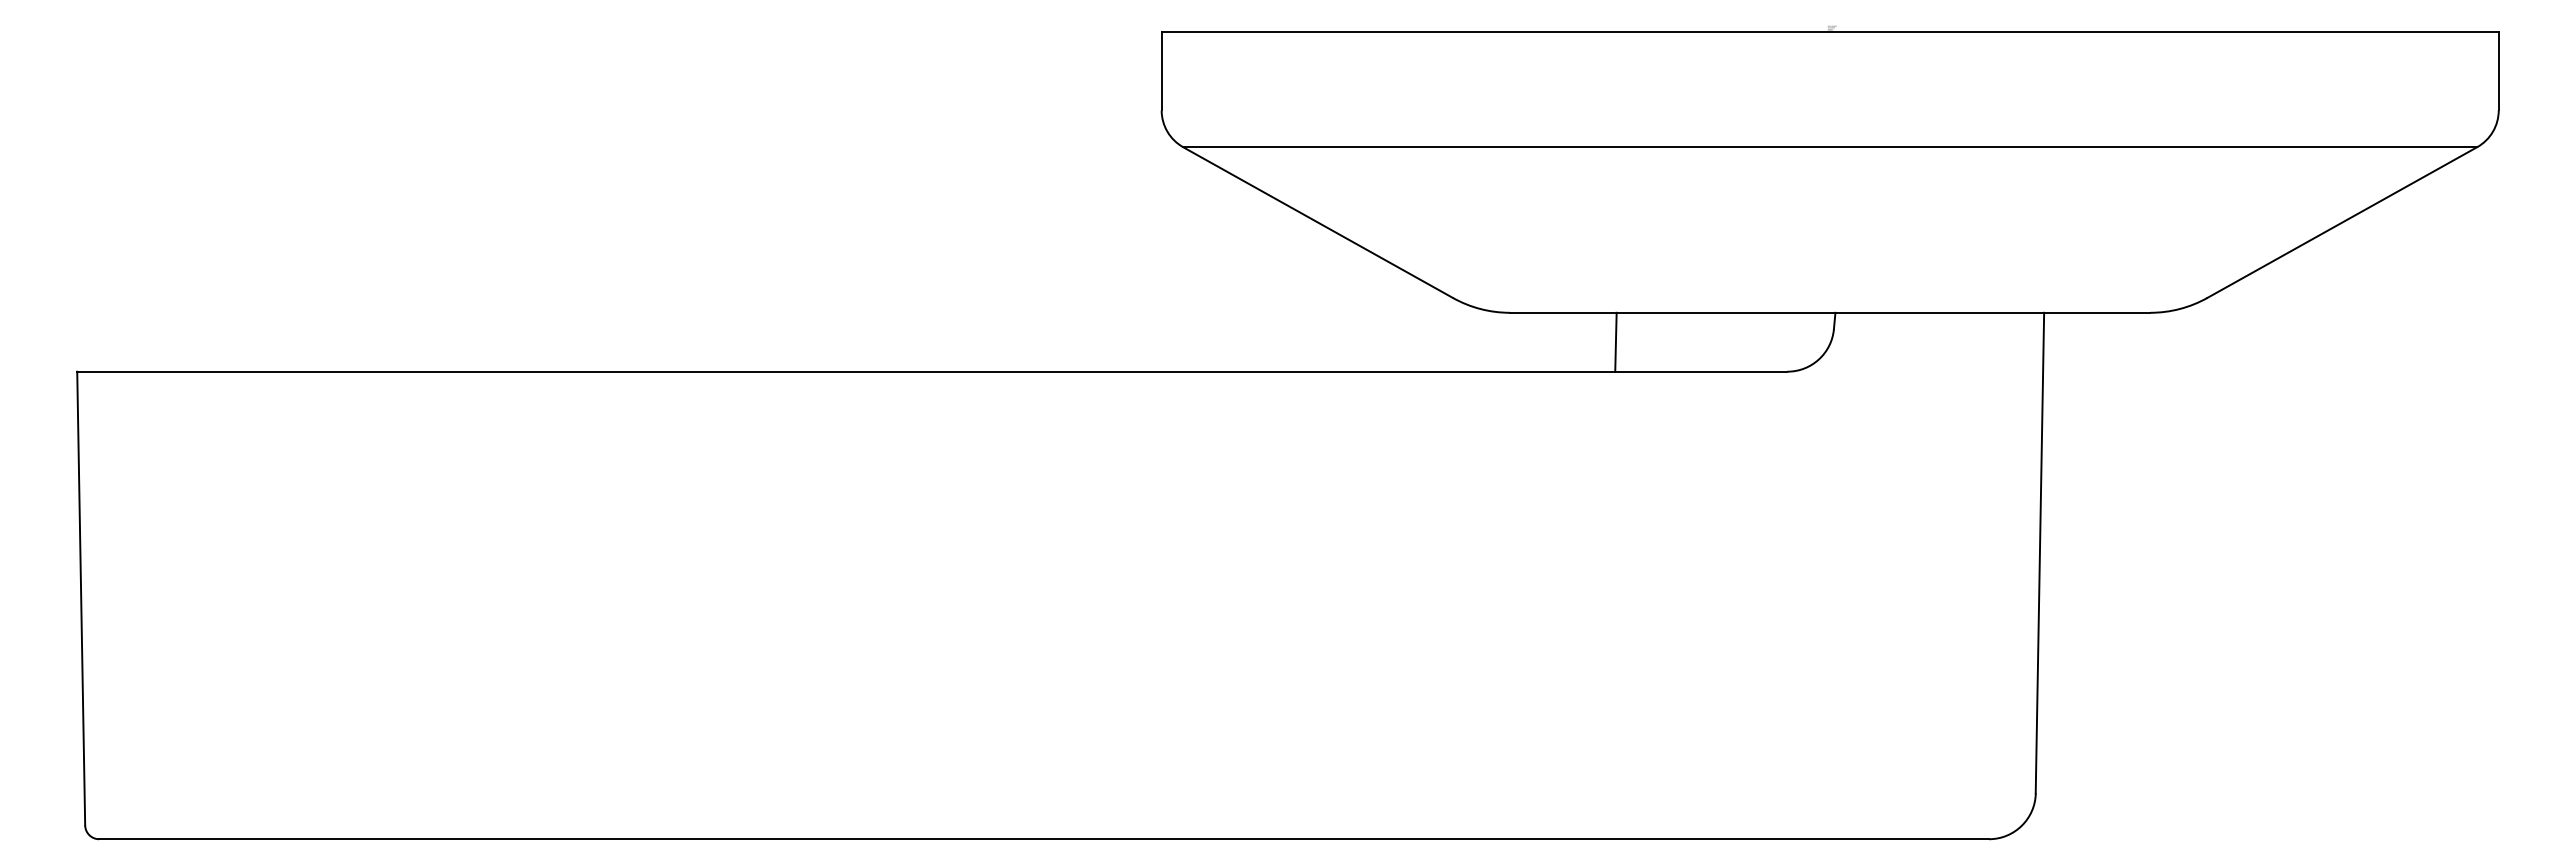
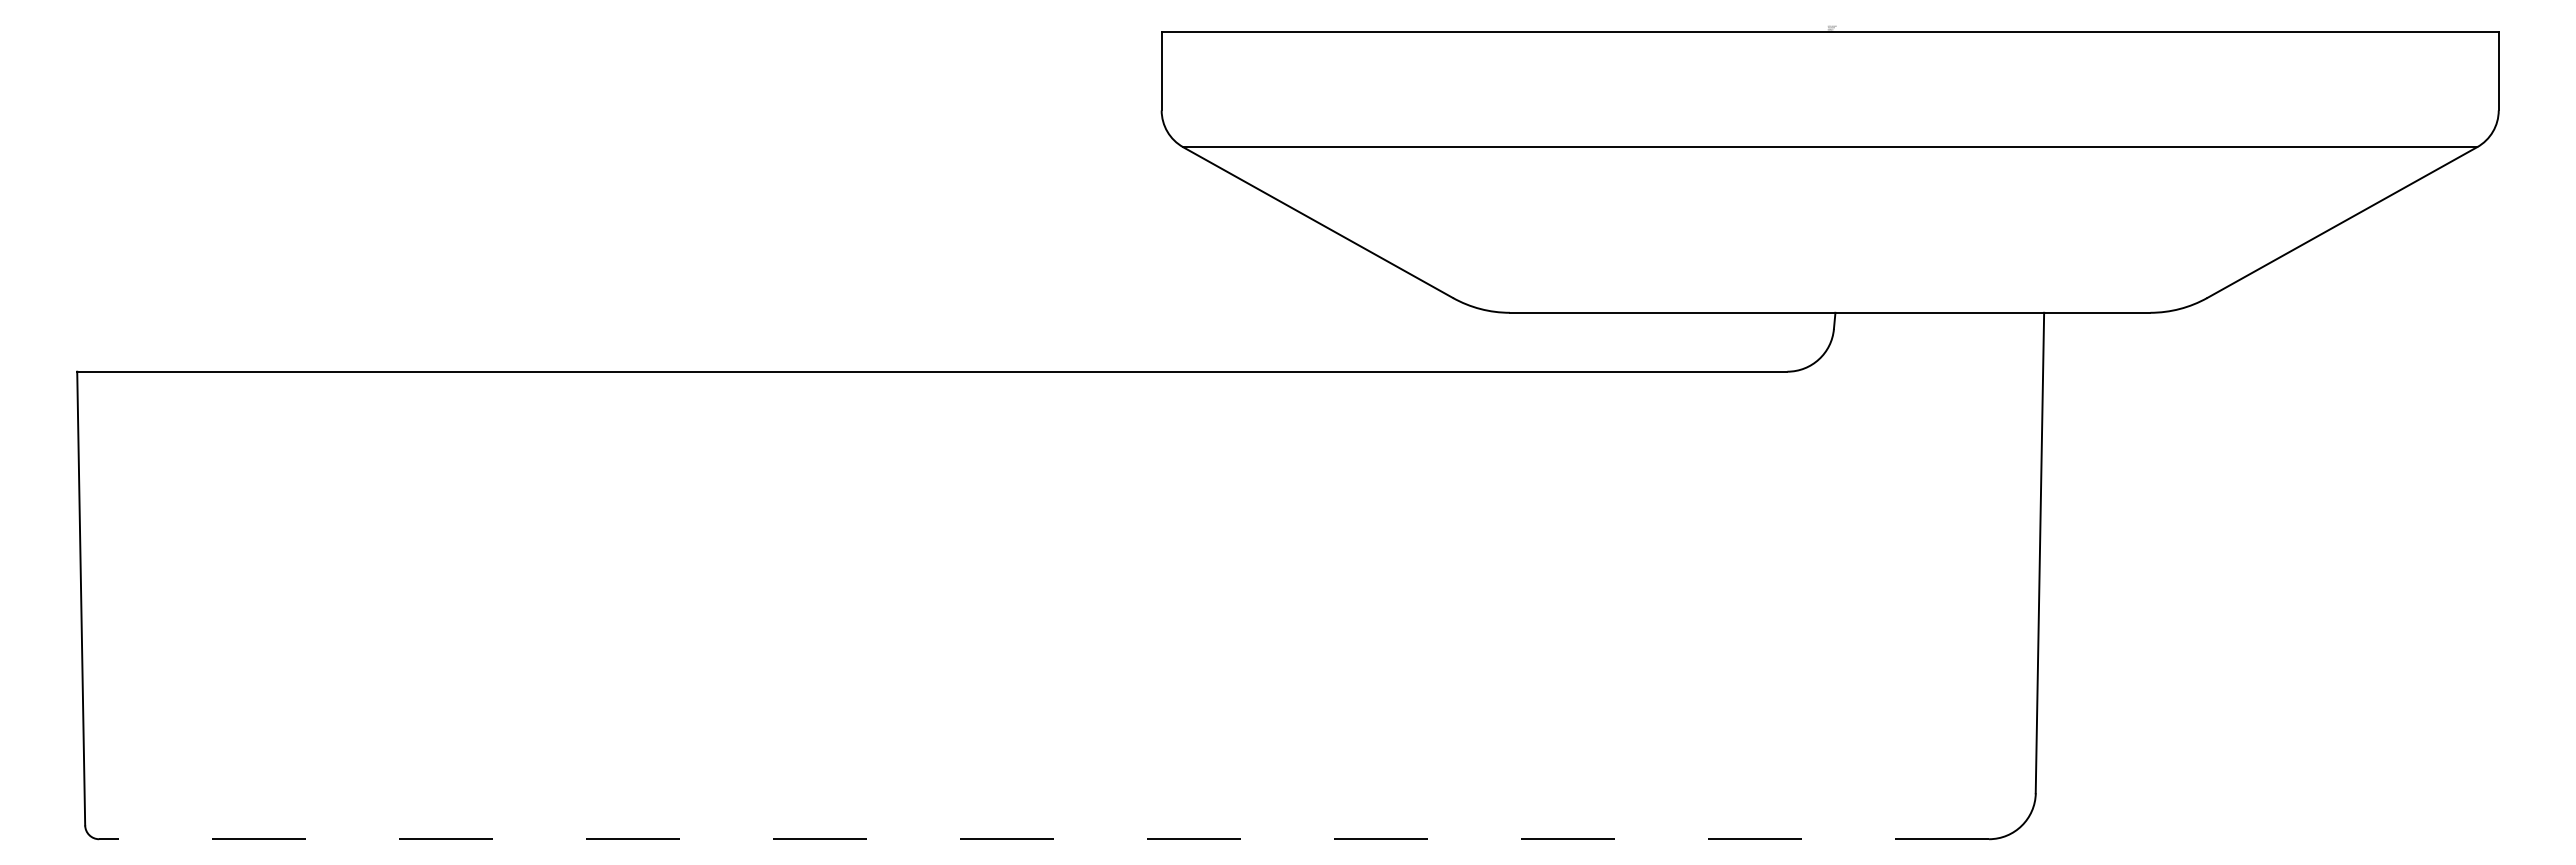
line at (1615, 341): present -> none
line at (1044, 839): solid -> dashed
